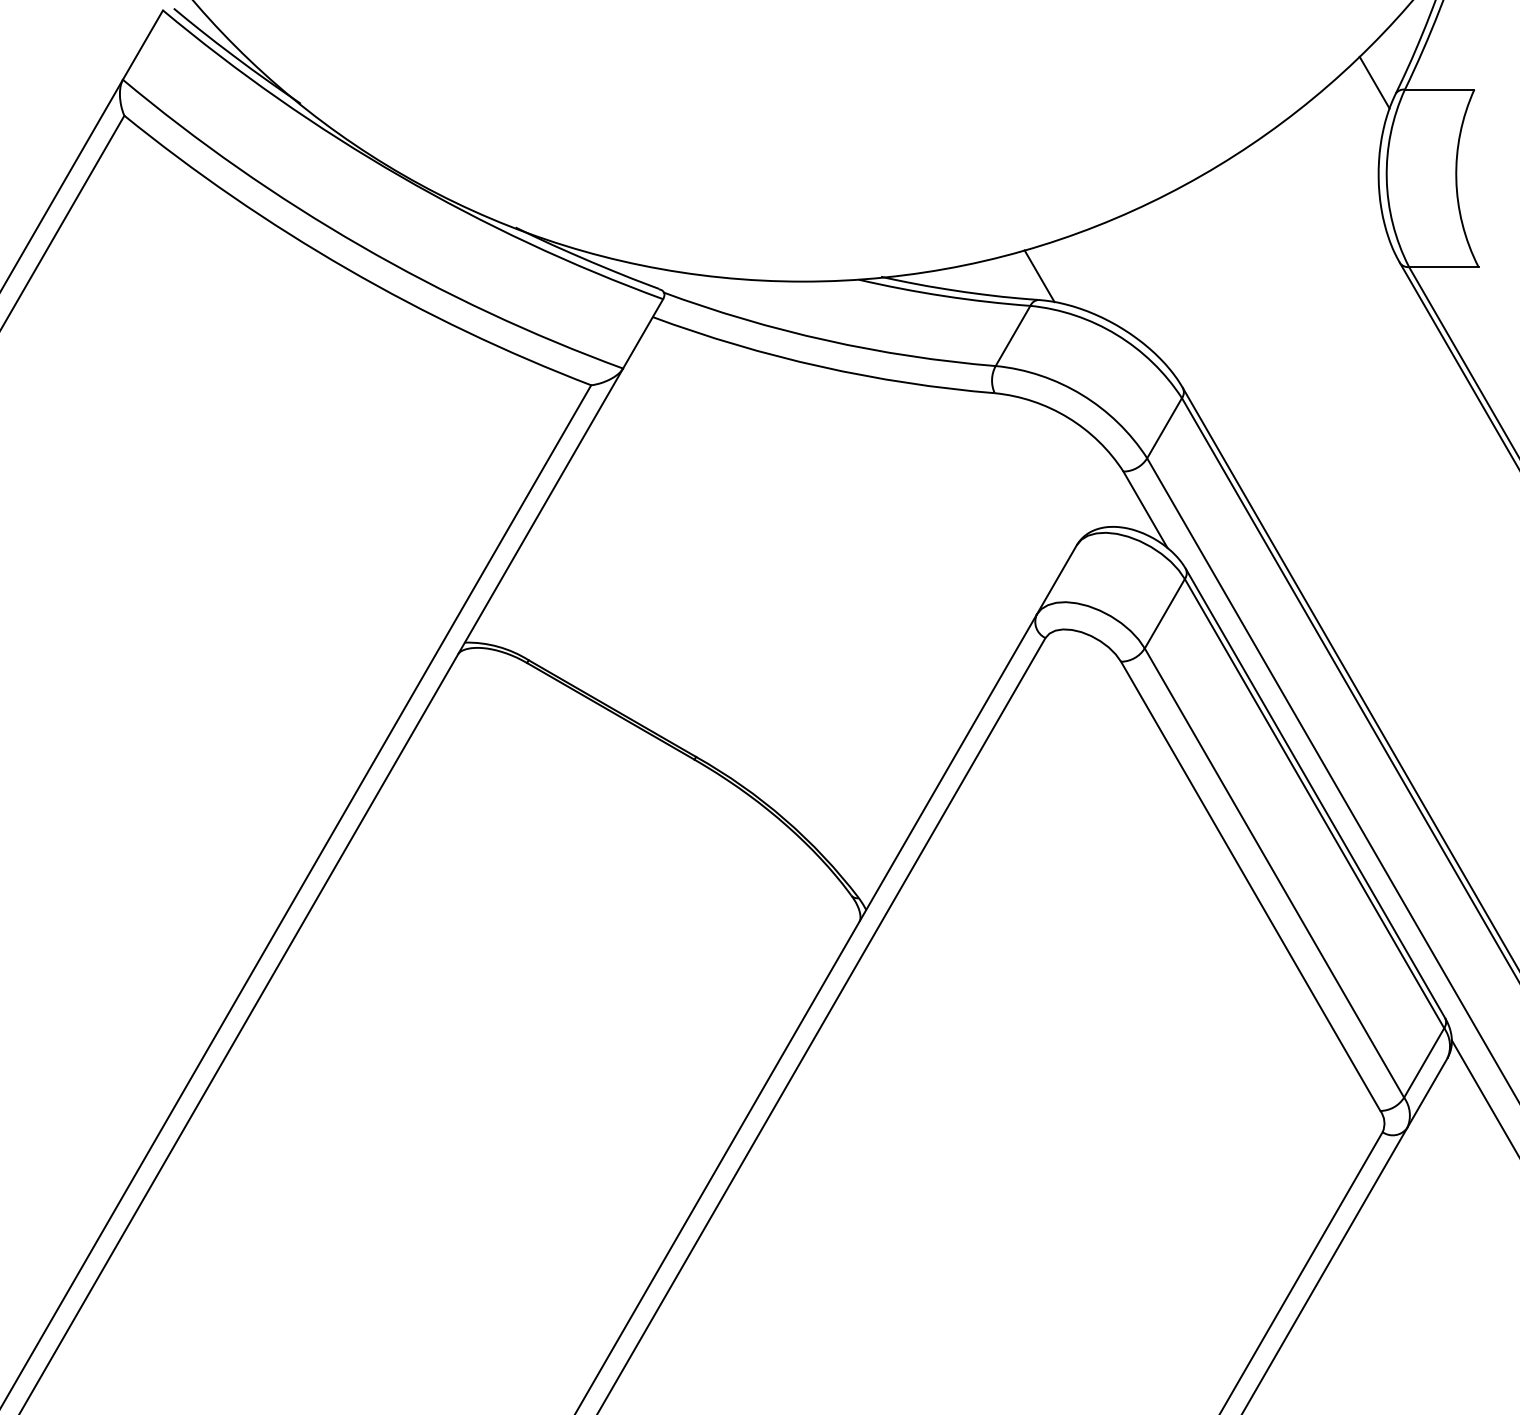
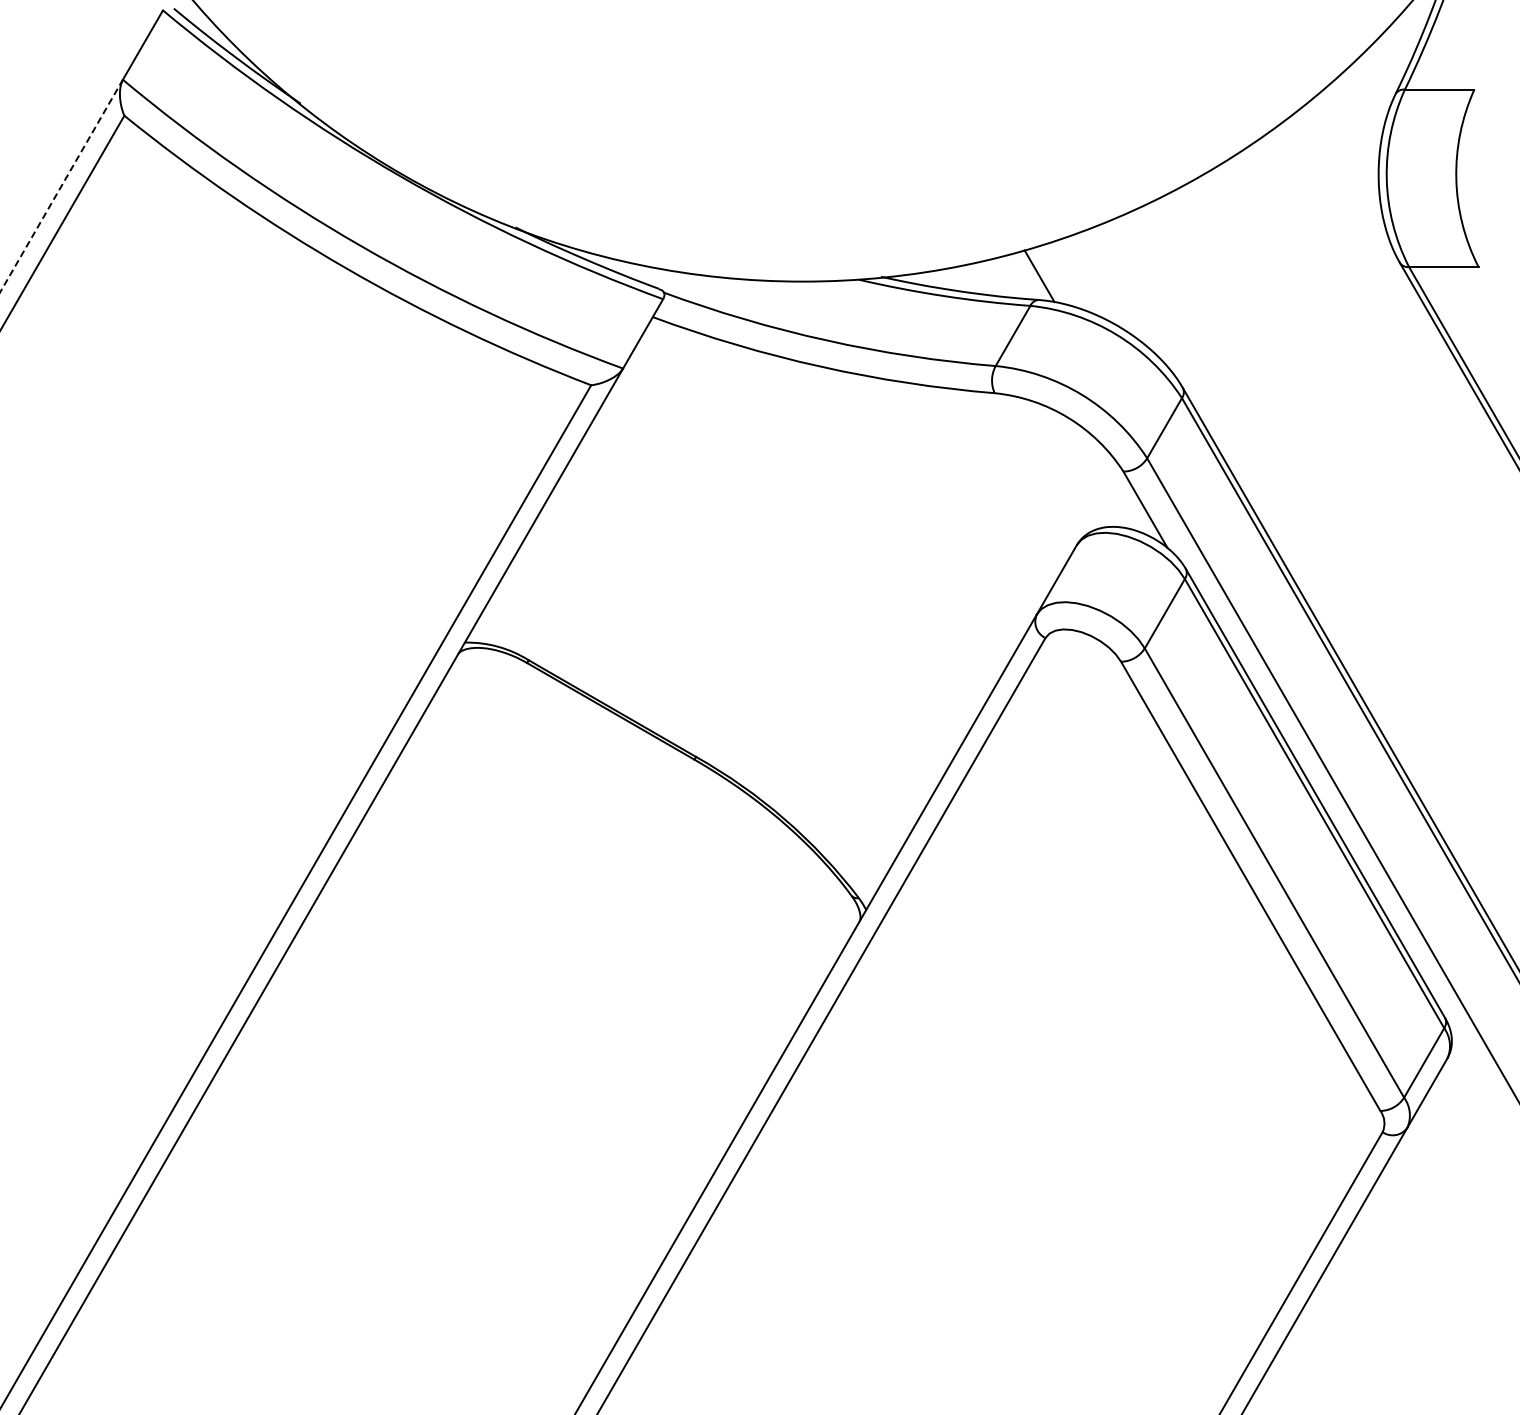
line at (1374, 82): present -> none
line at (61, 185): solid -> dashed
line at (1483, 1096): present -> none
